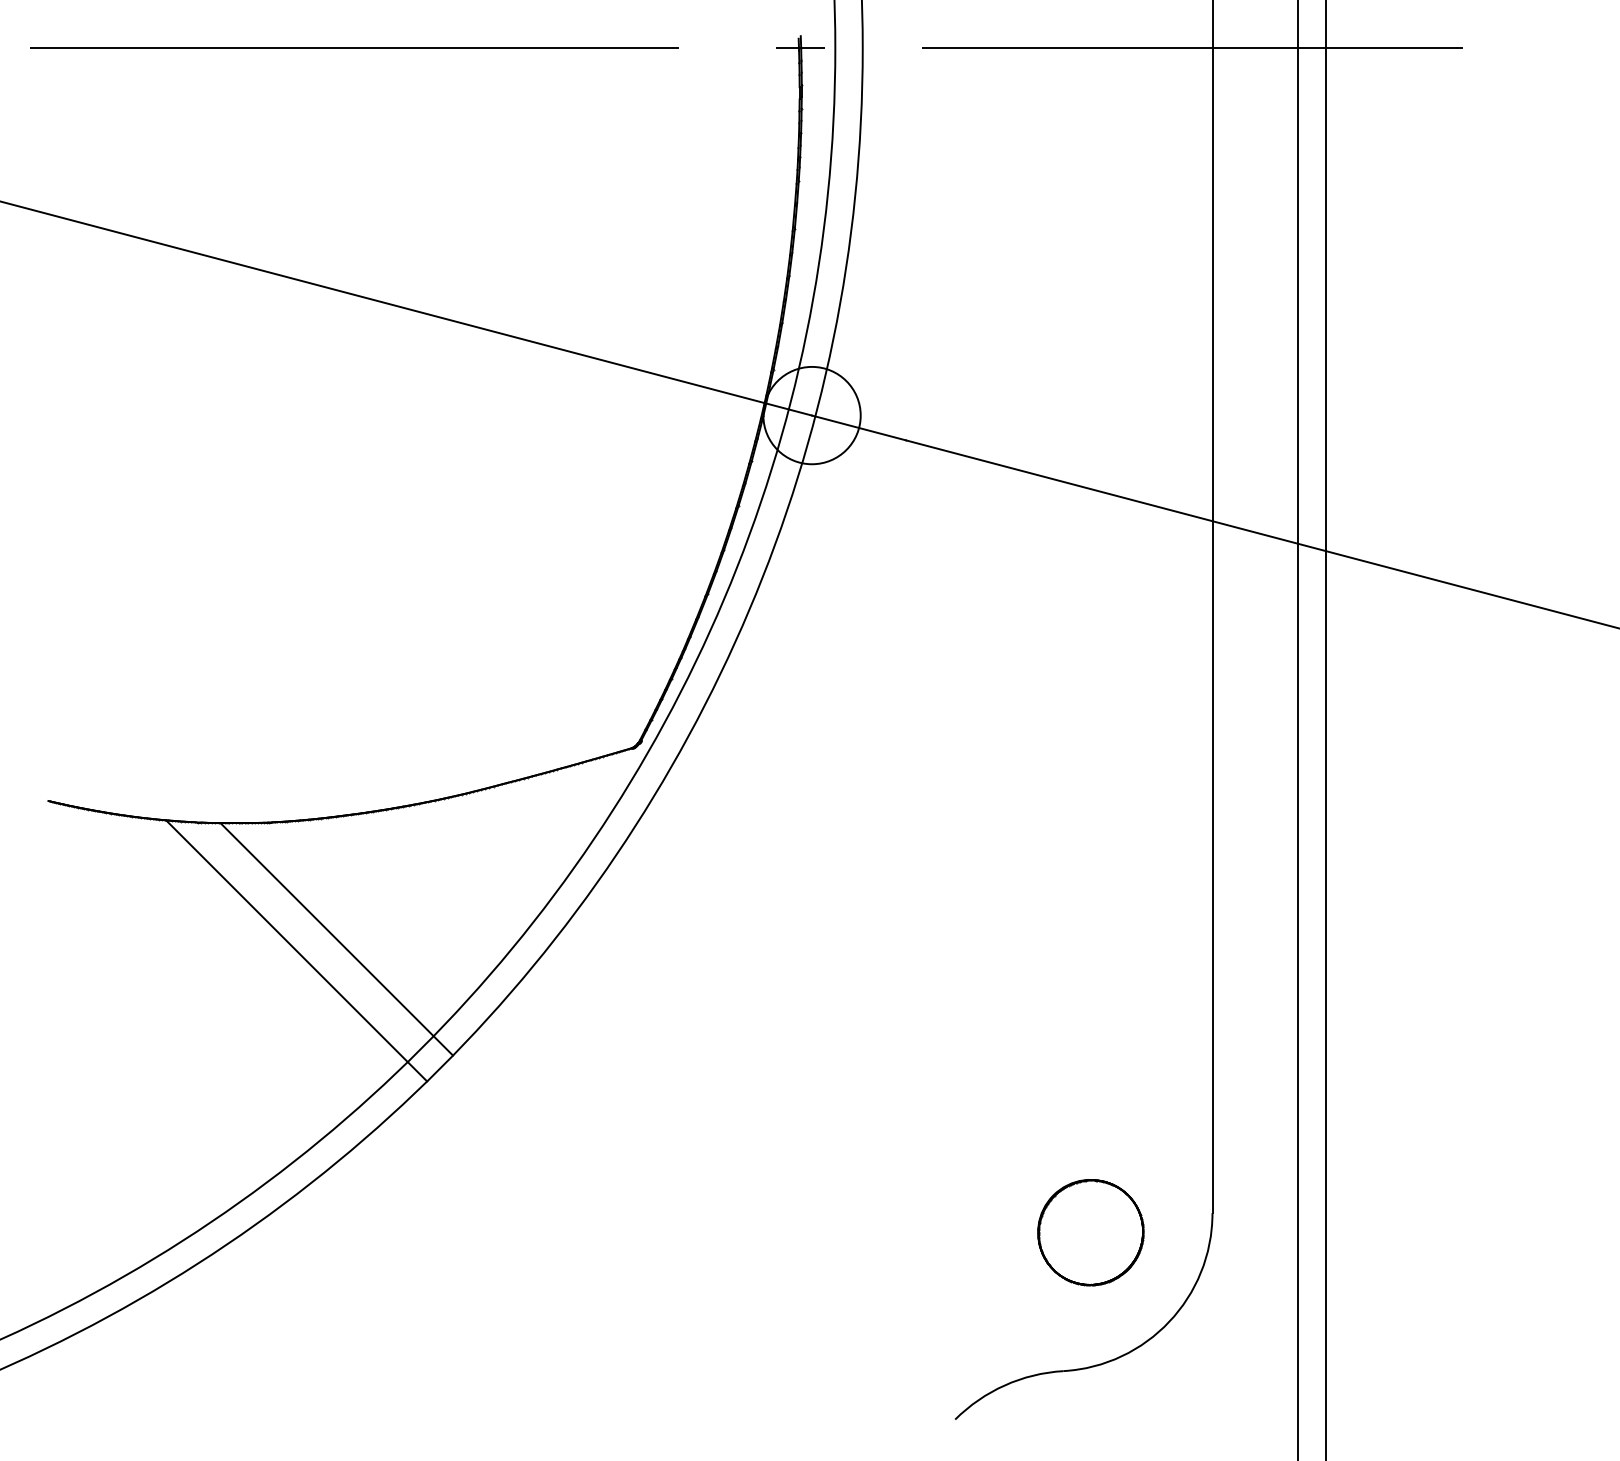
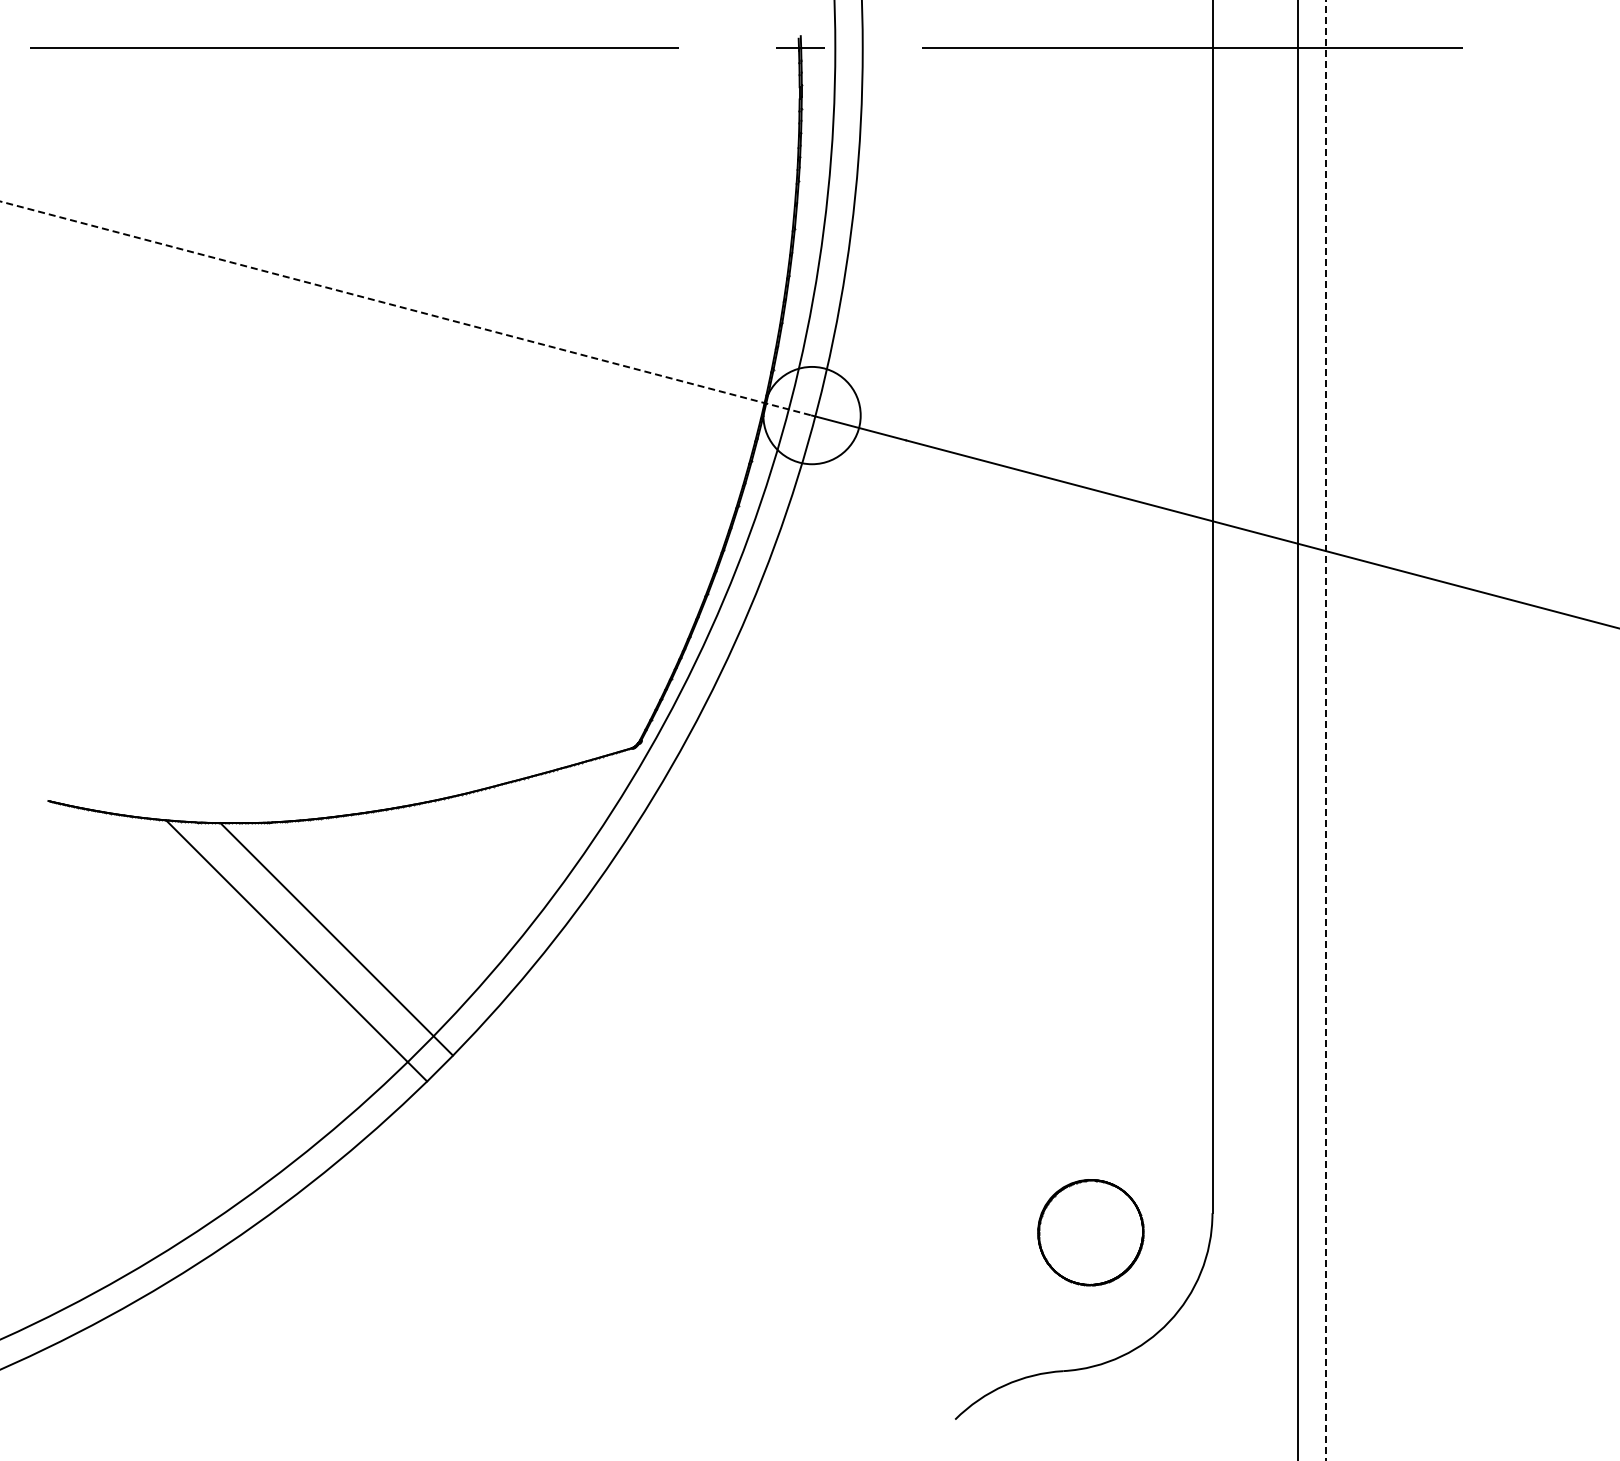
line at (406, 308): solid -> dashed
line at (1326, 730): solid -> dashed
